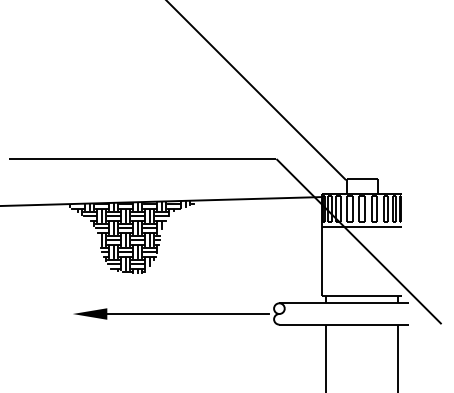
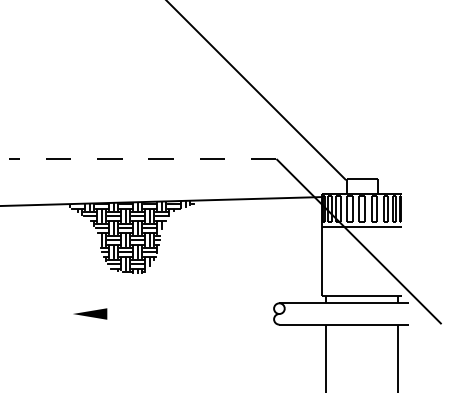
line at (142, 159): solid -> dashed
line at (188, 314): present -> none
